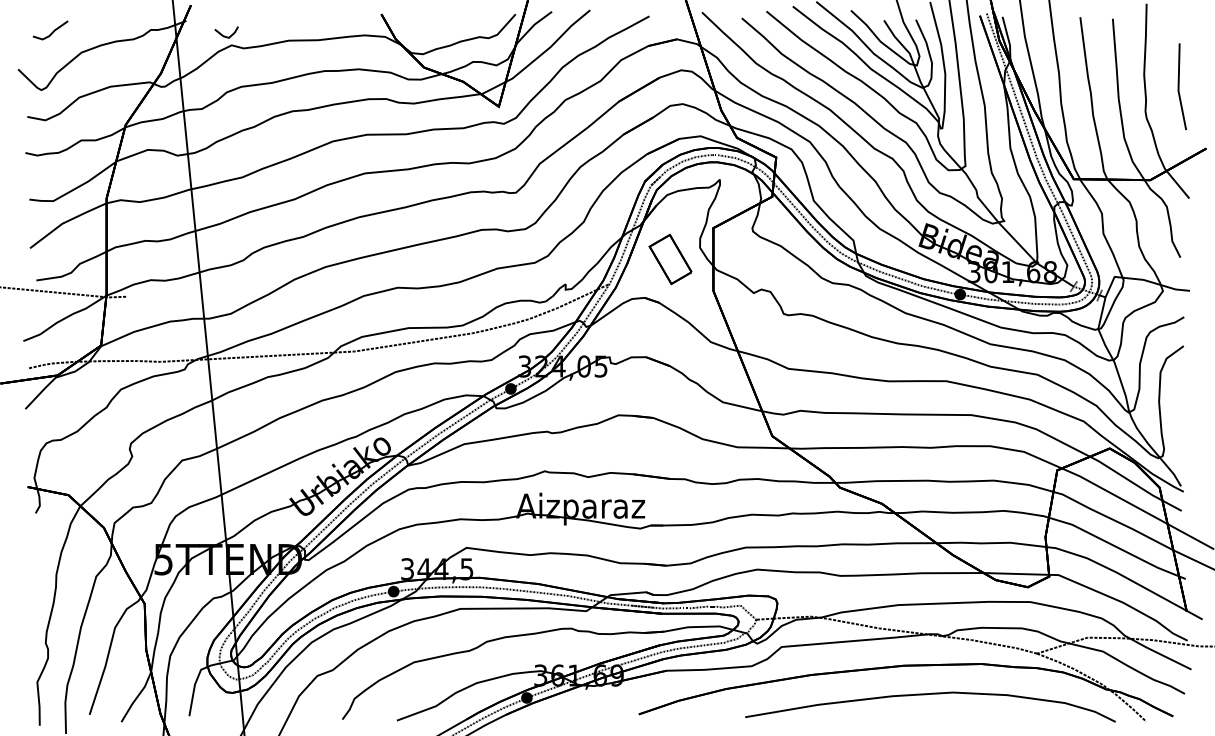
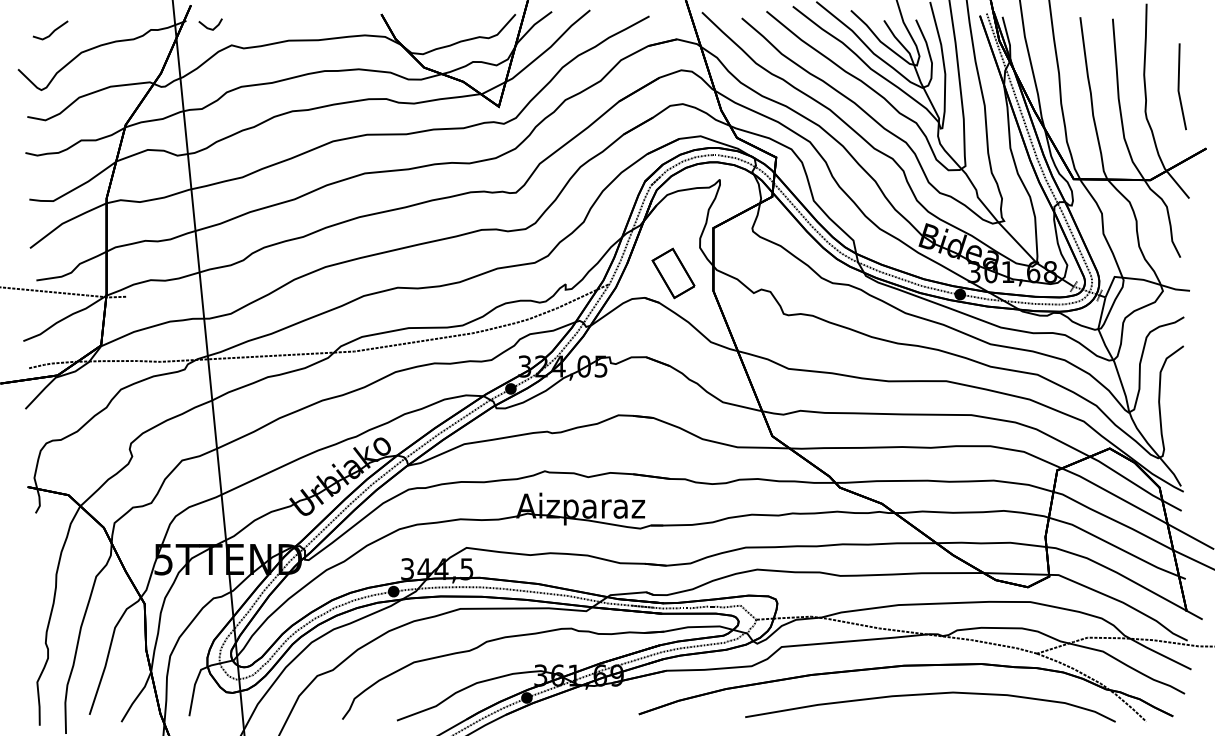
line at (225, 35) position: (225, 35) -> (209, 27)
part at (670, 259) position: (670, 259) -> (673, 273)
